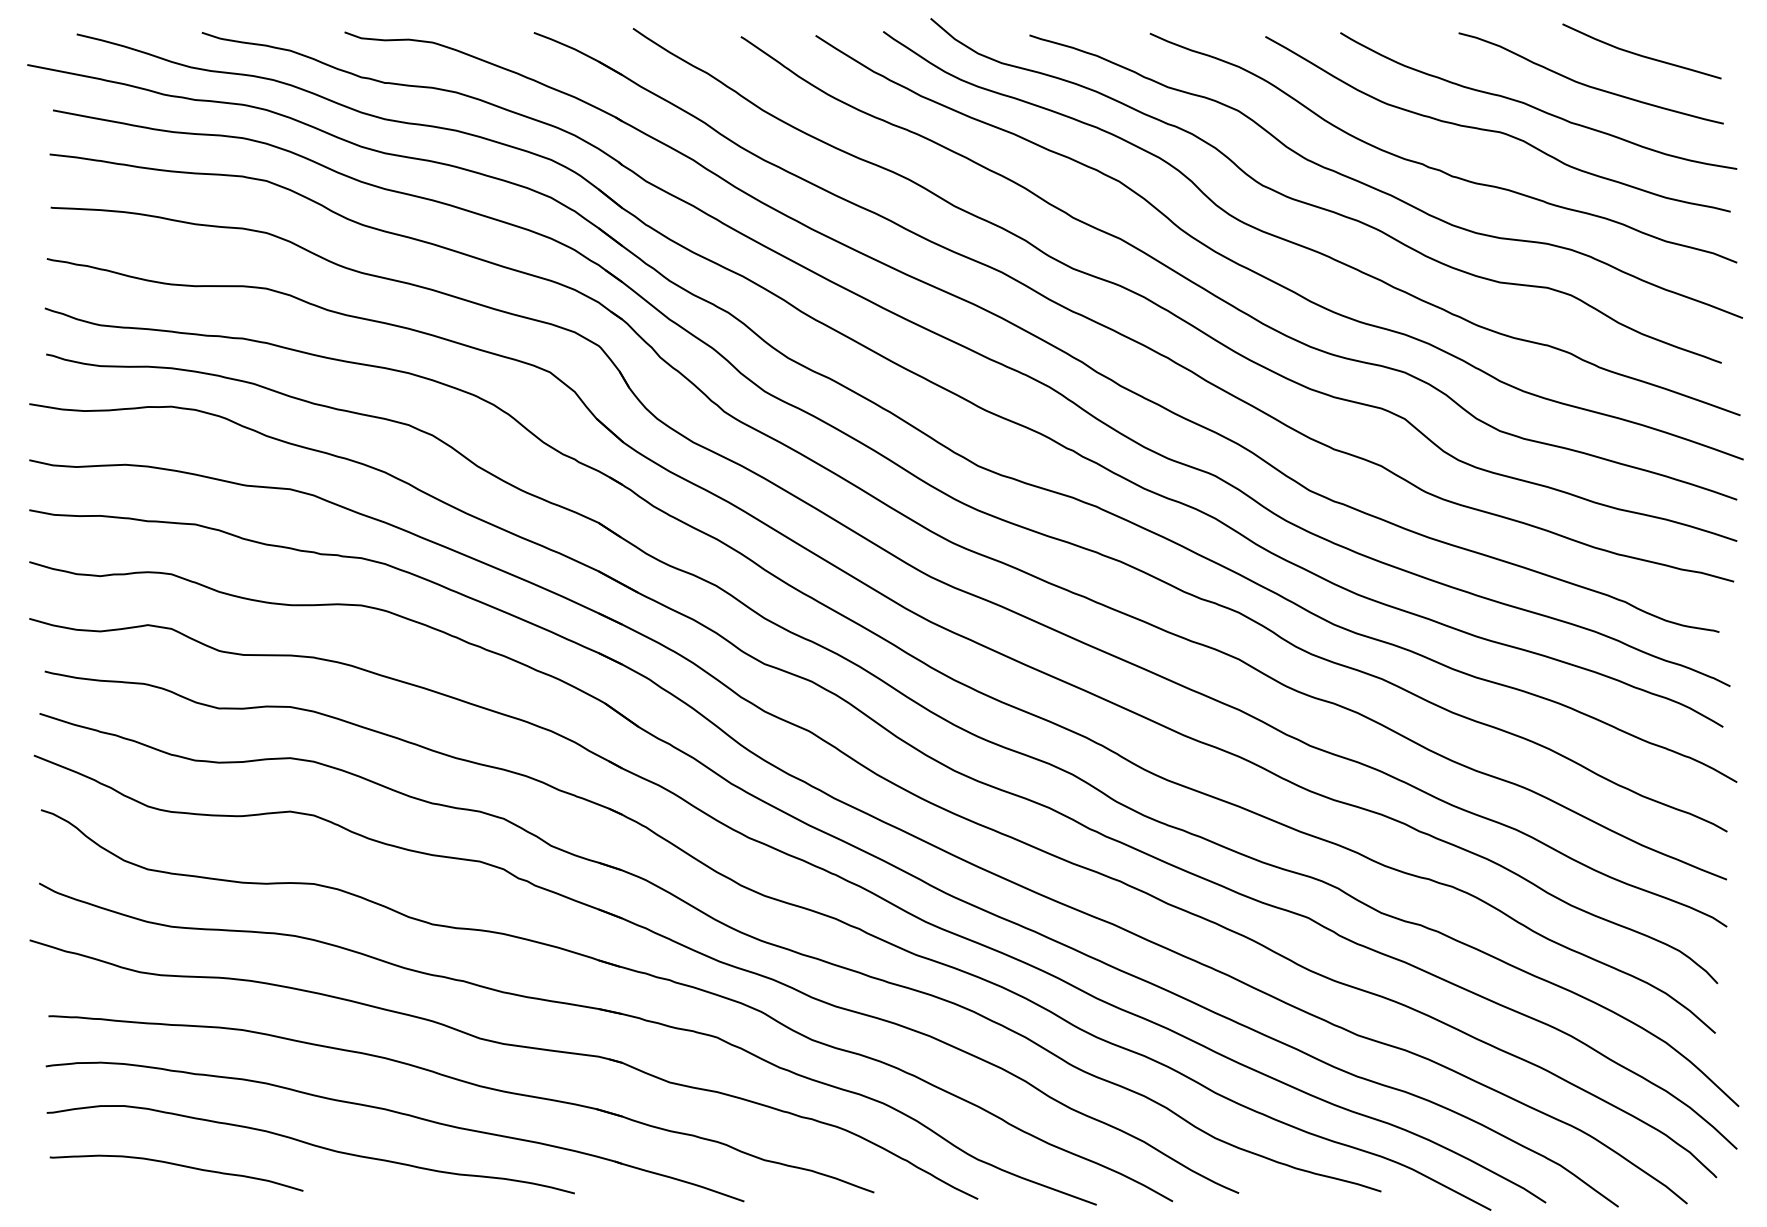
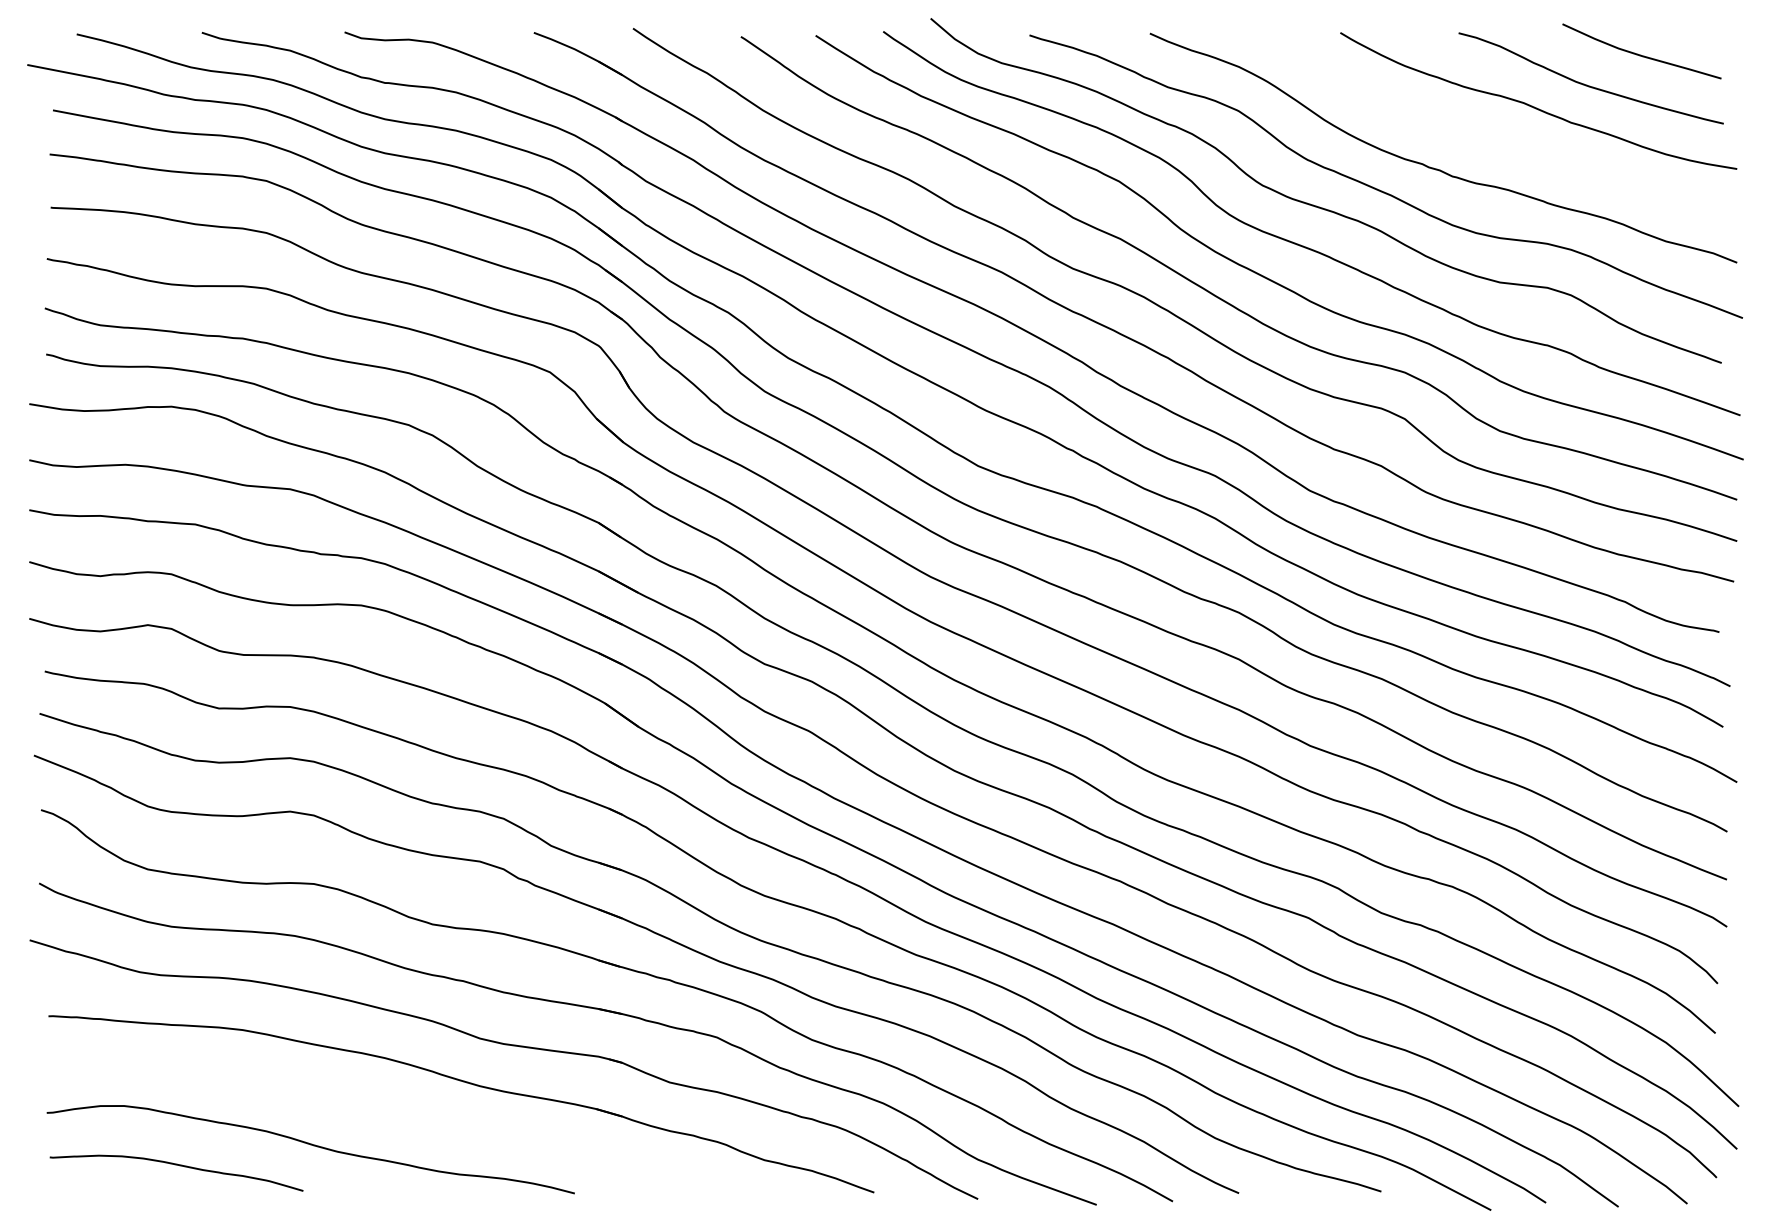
curve at (1496, 130): present -> none
part at (400, 1114): present -> none
